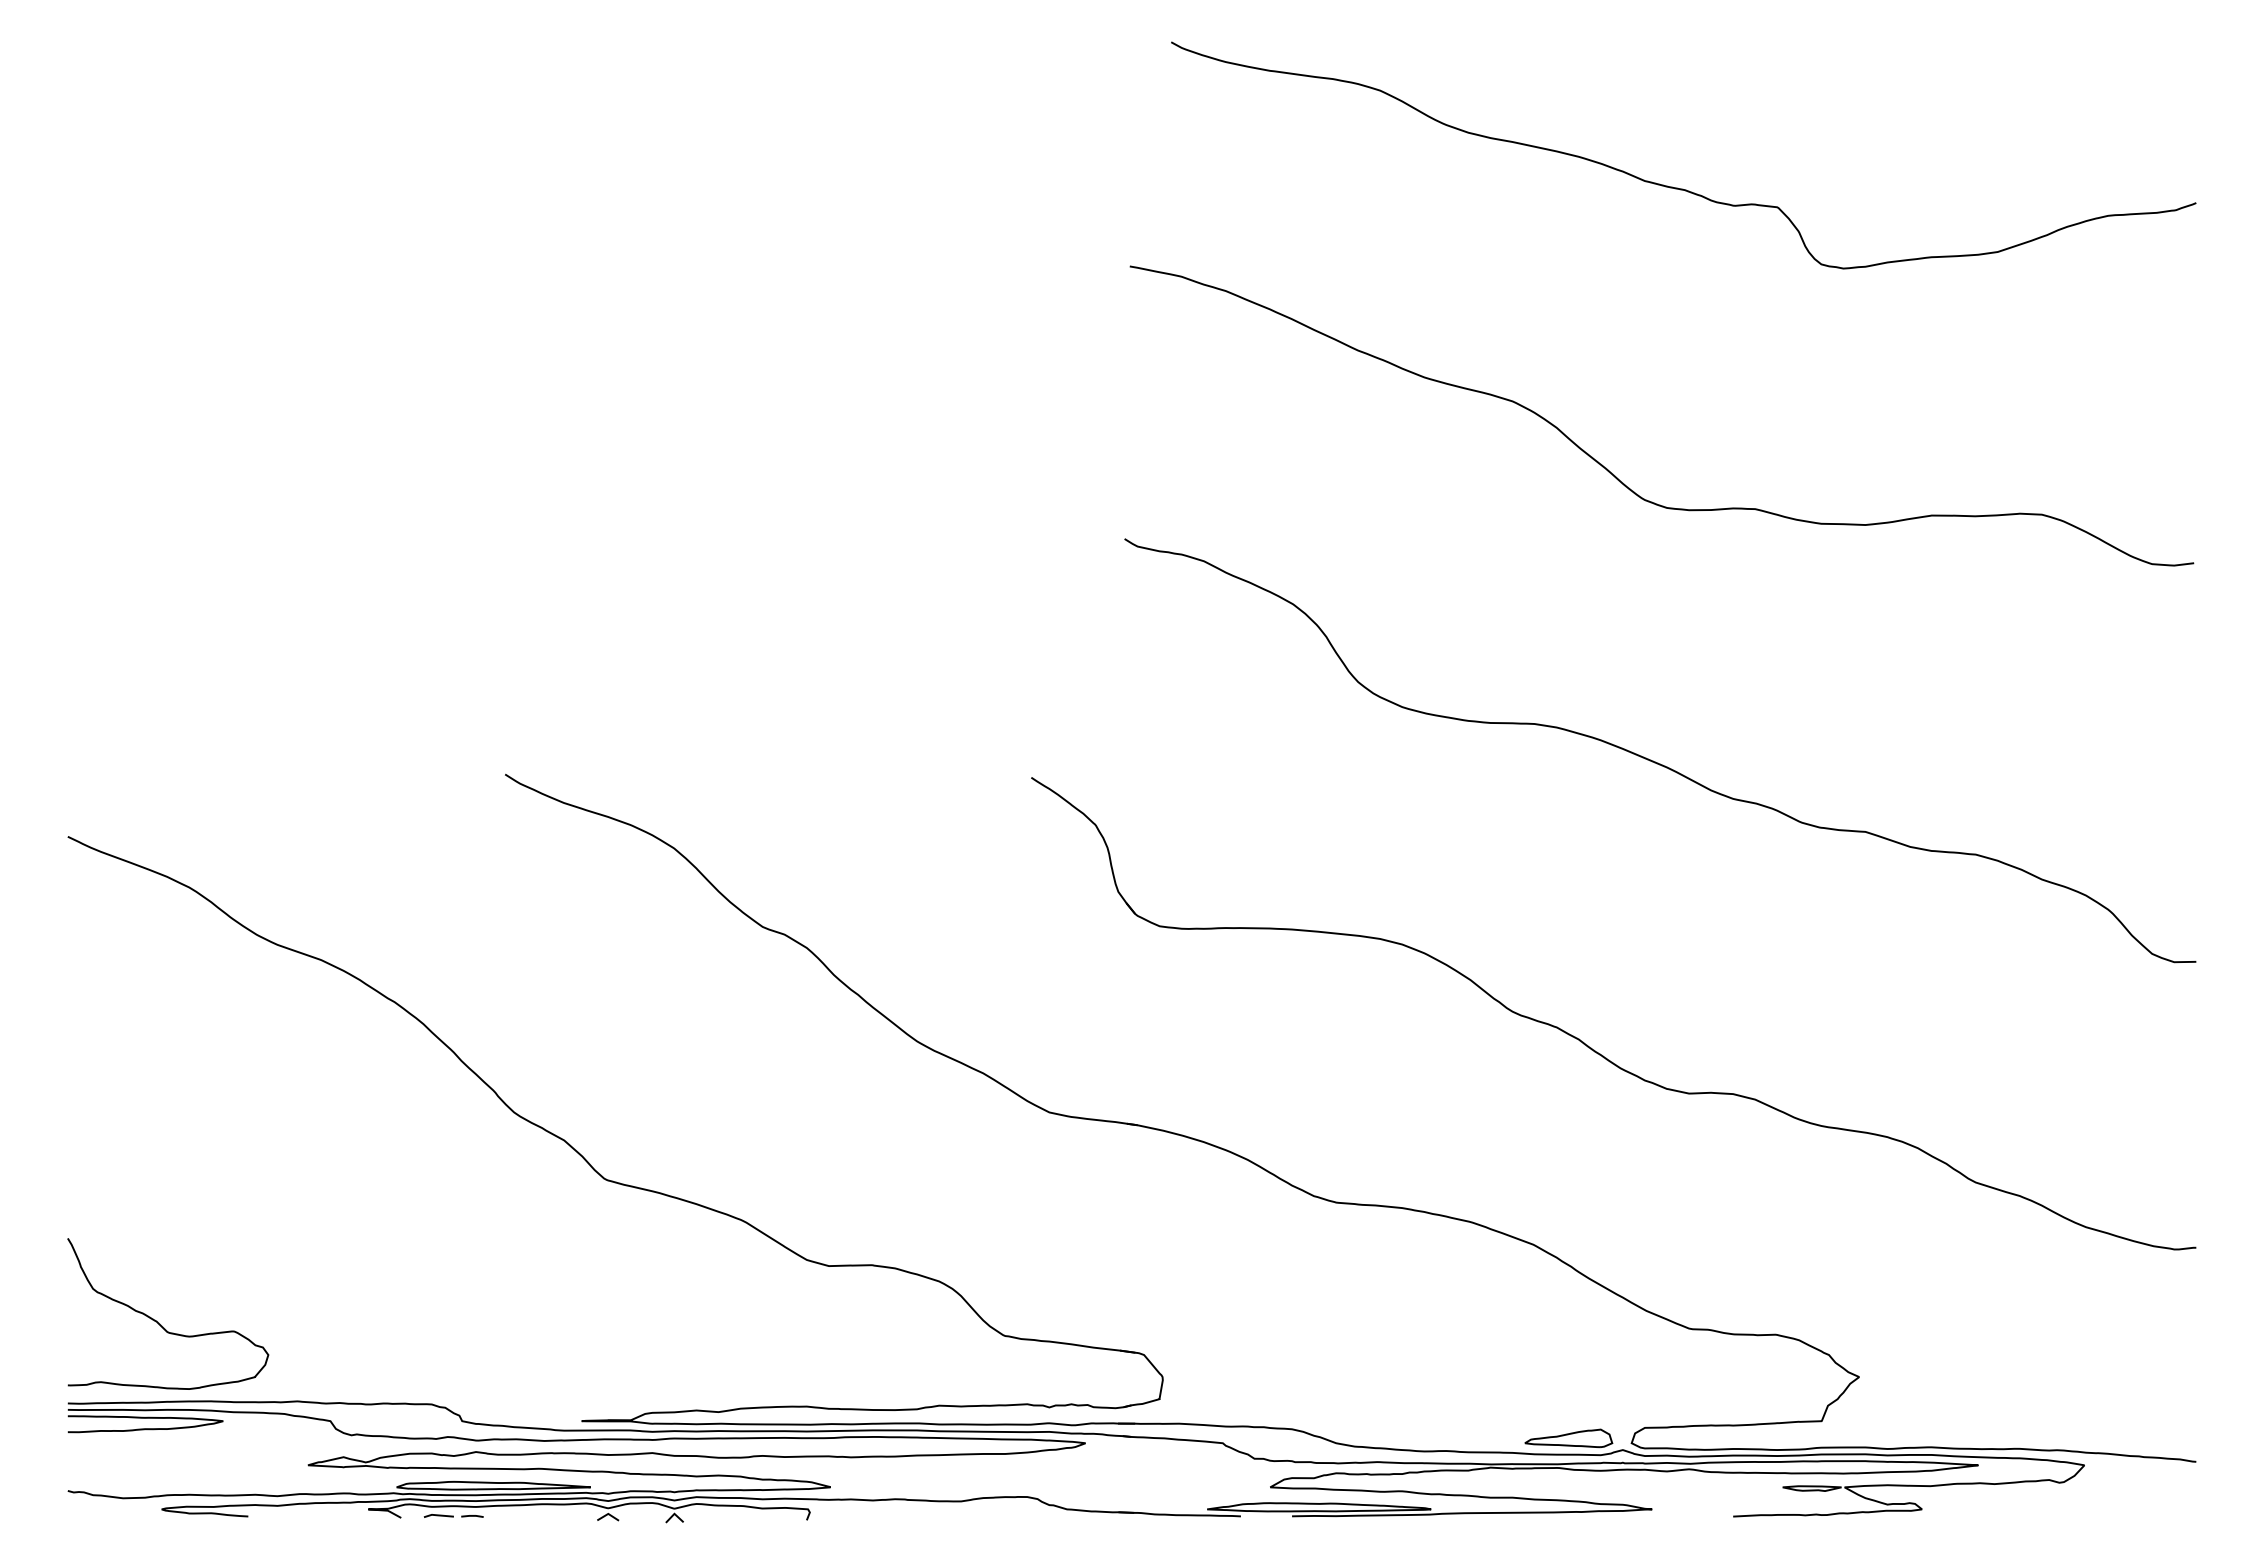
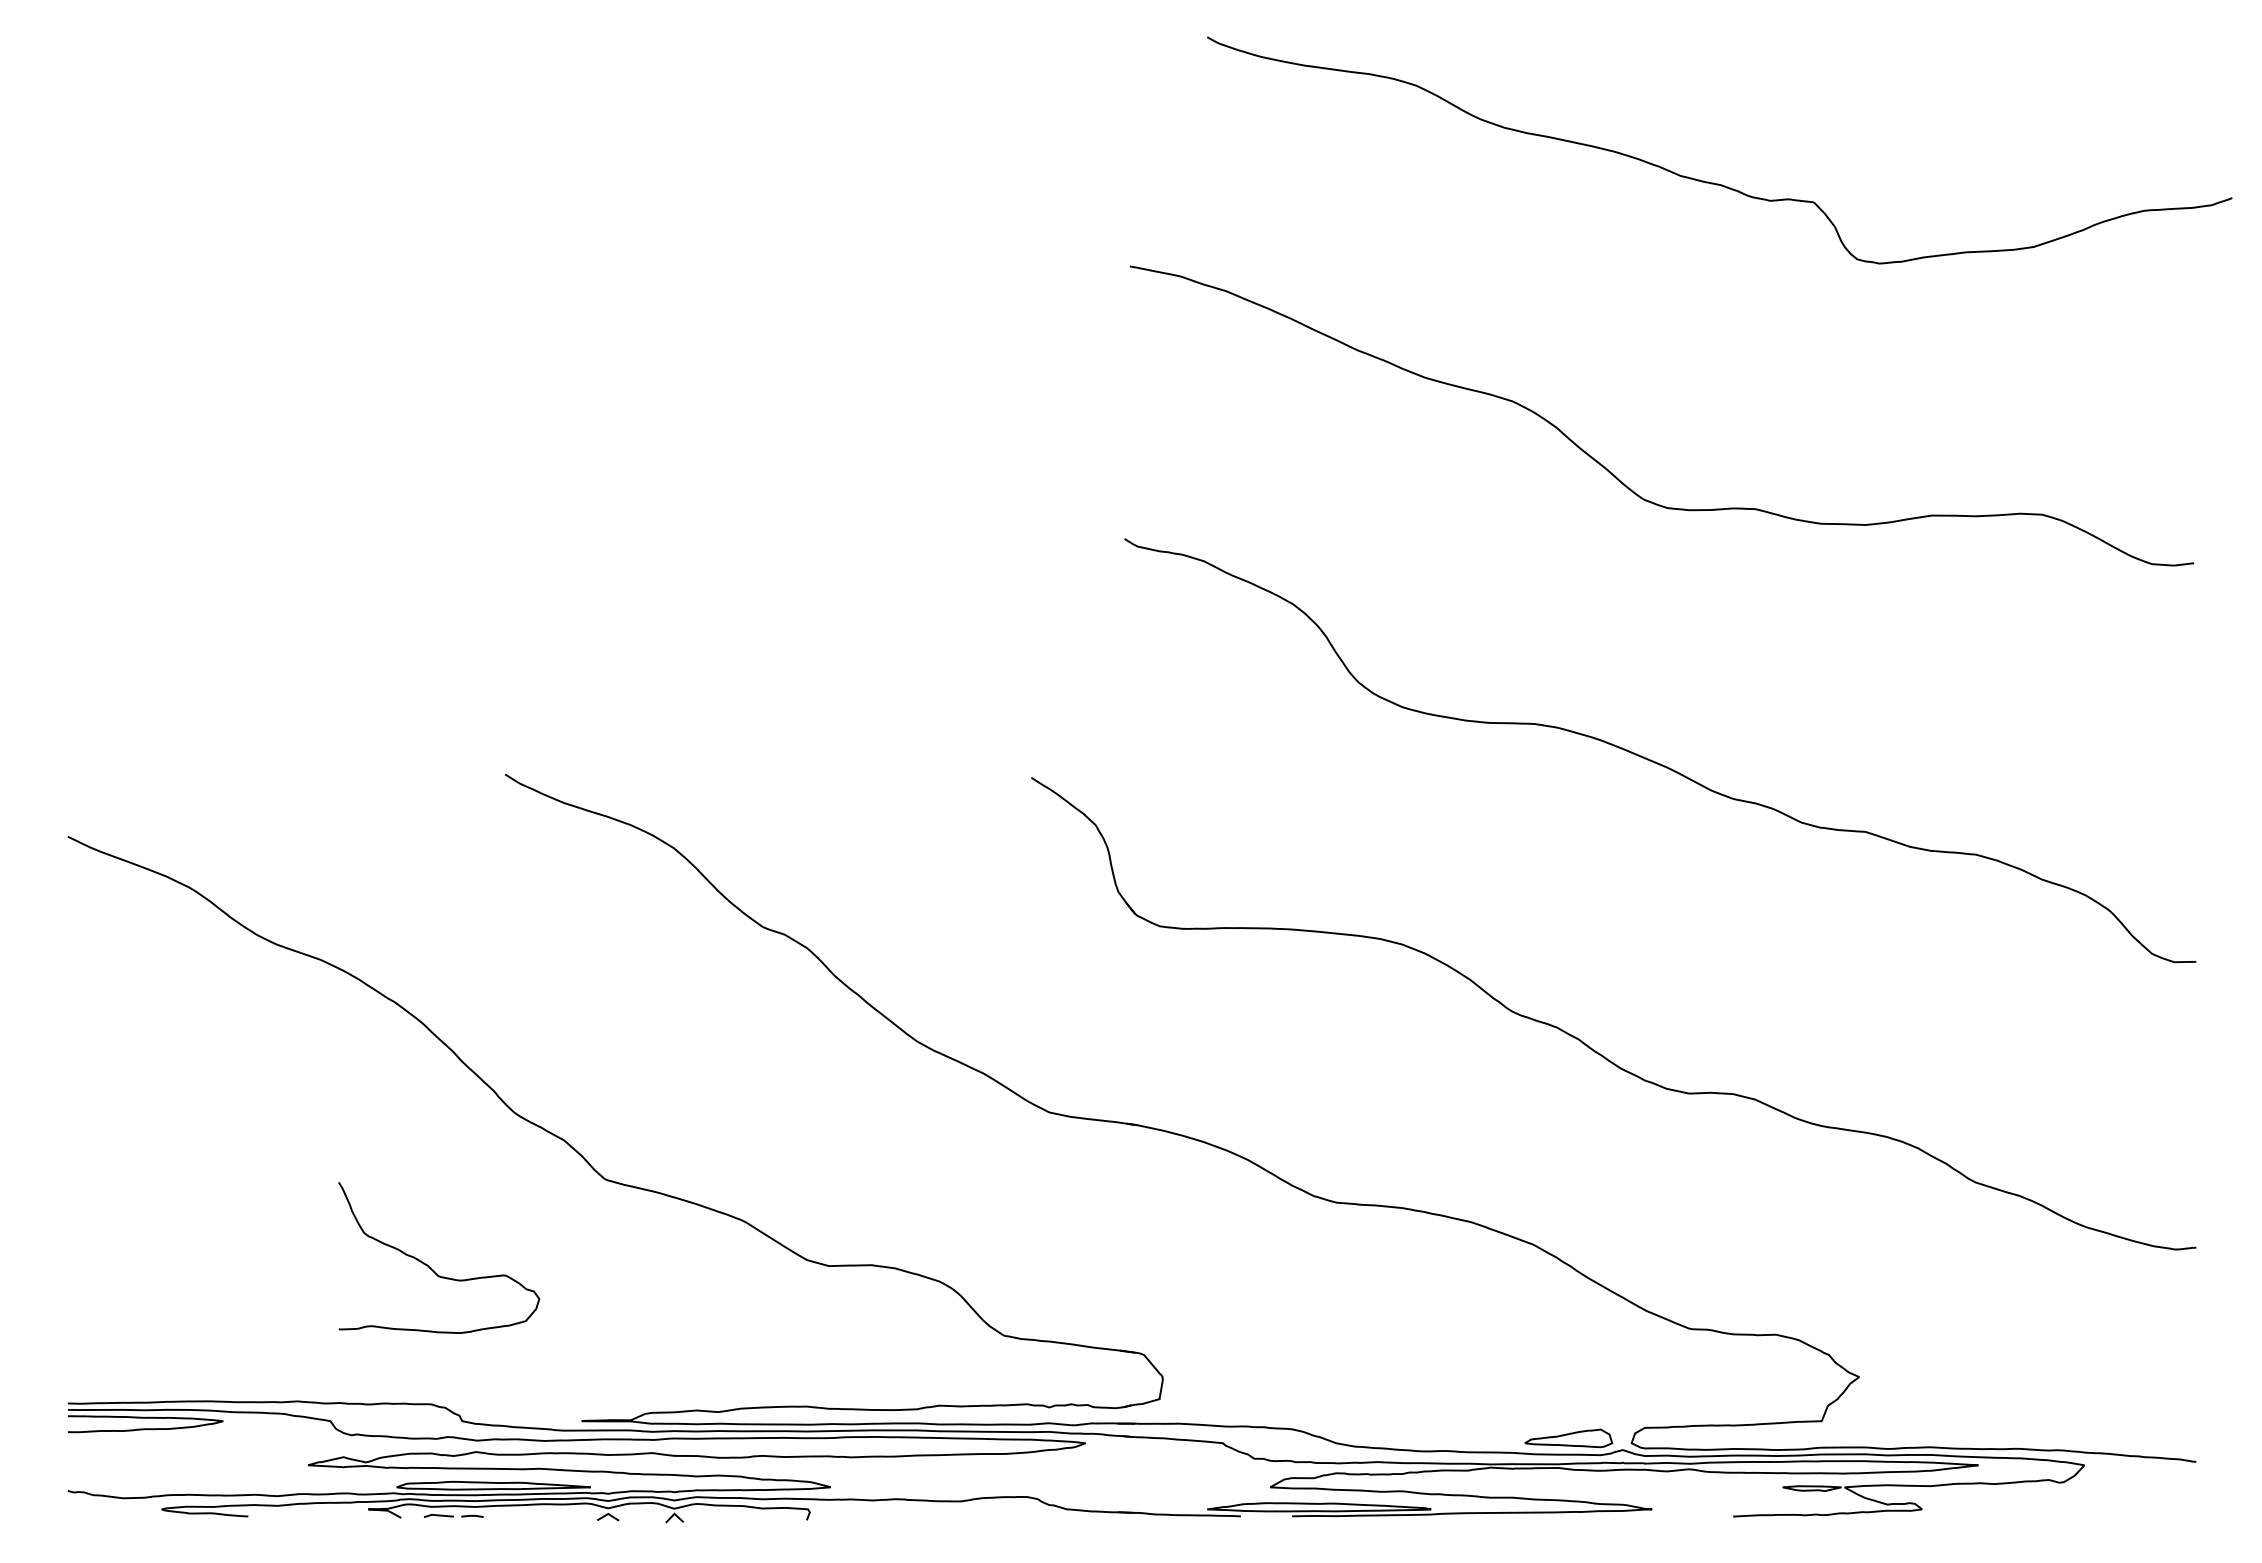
curve at (1677, 187) position: (1677, 187) -> (1713, 182)
curve at (161, 1324) position: (161, 1324) -> (432, 1268)
